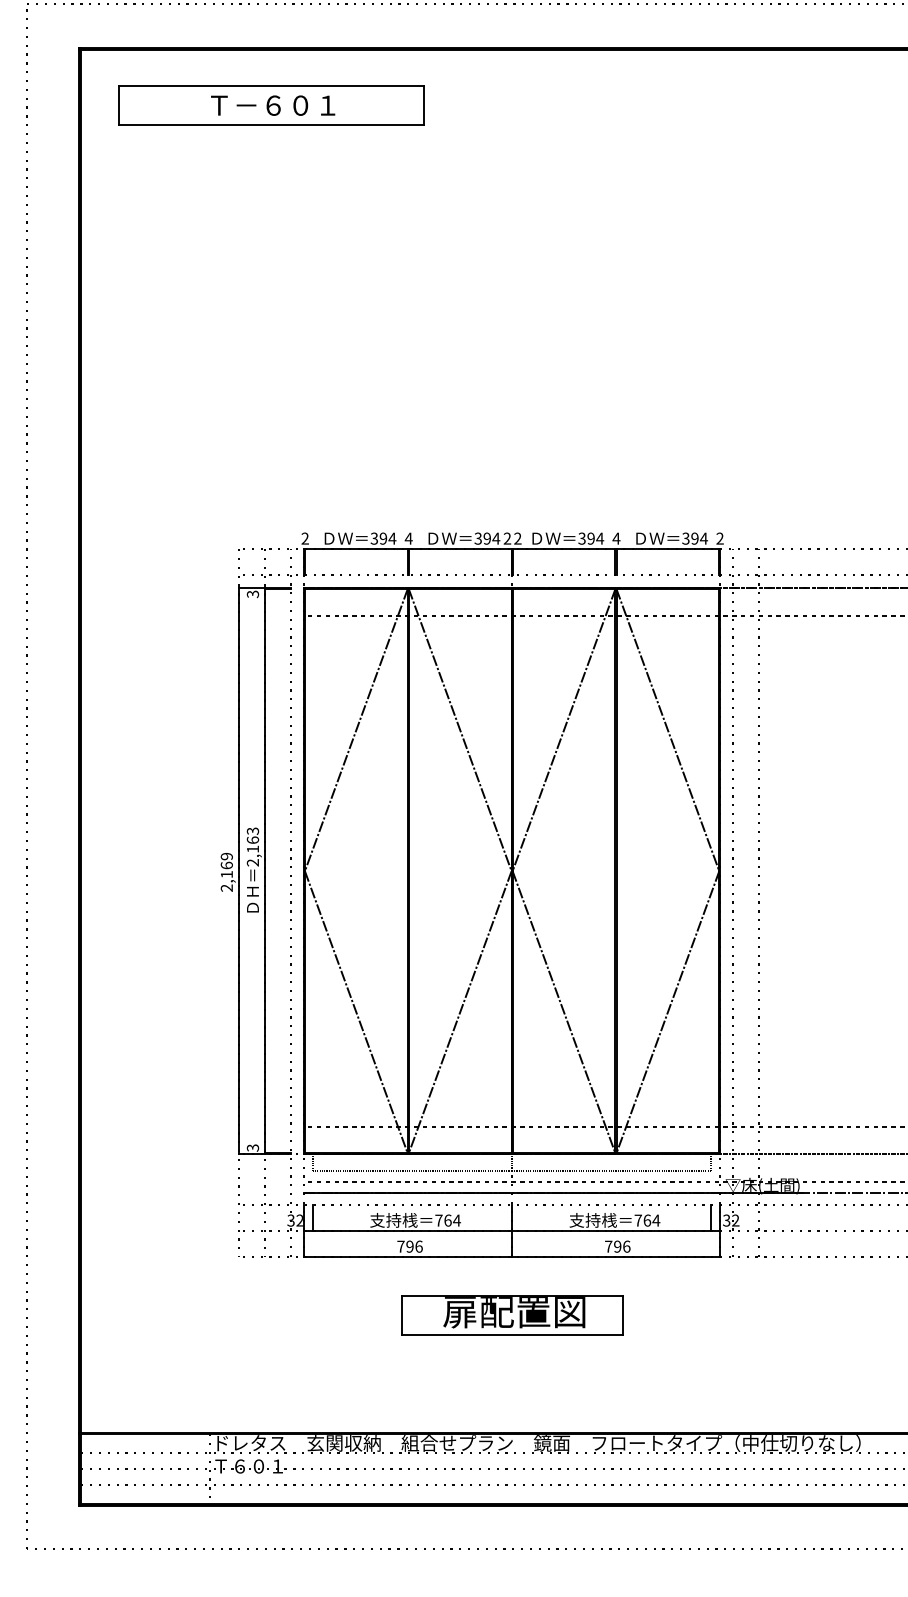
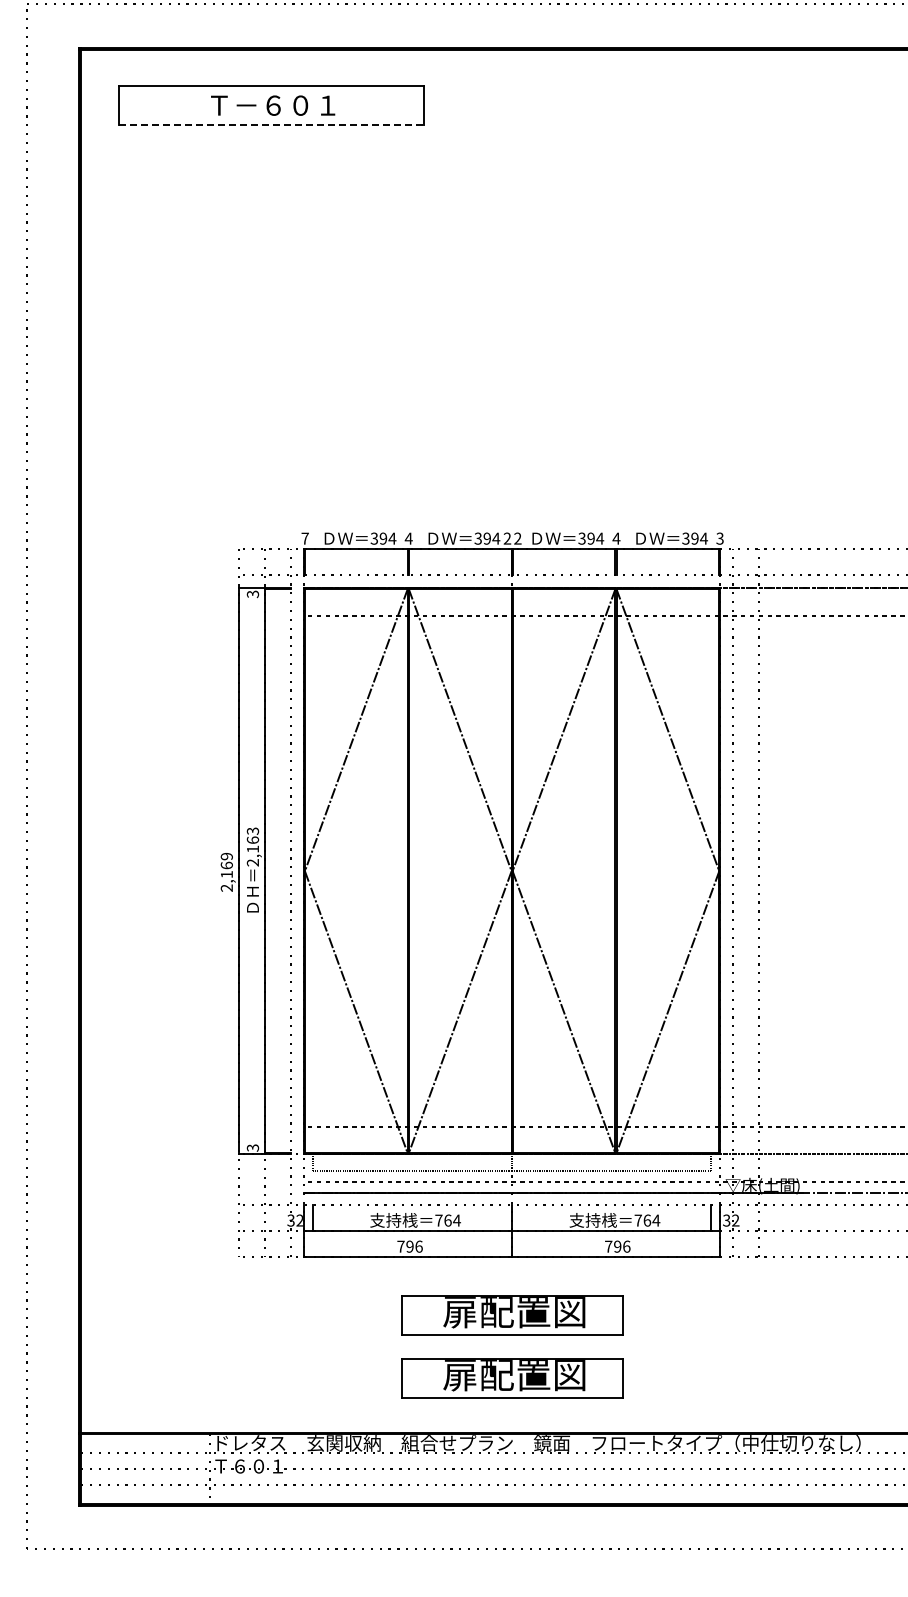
line at (271, 125): solid -> dashed
text at (304, 538): 2 -> 7
text at (719, 538): 2 -> 3
part at (512, 1378): none -> present
